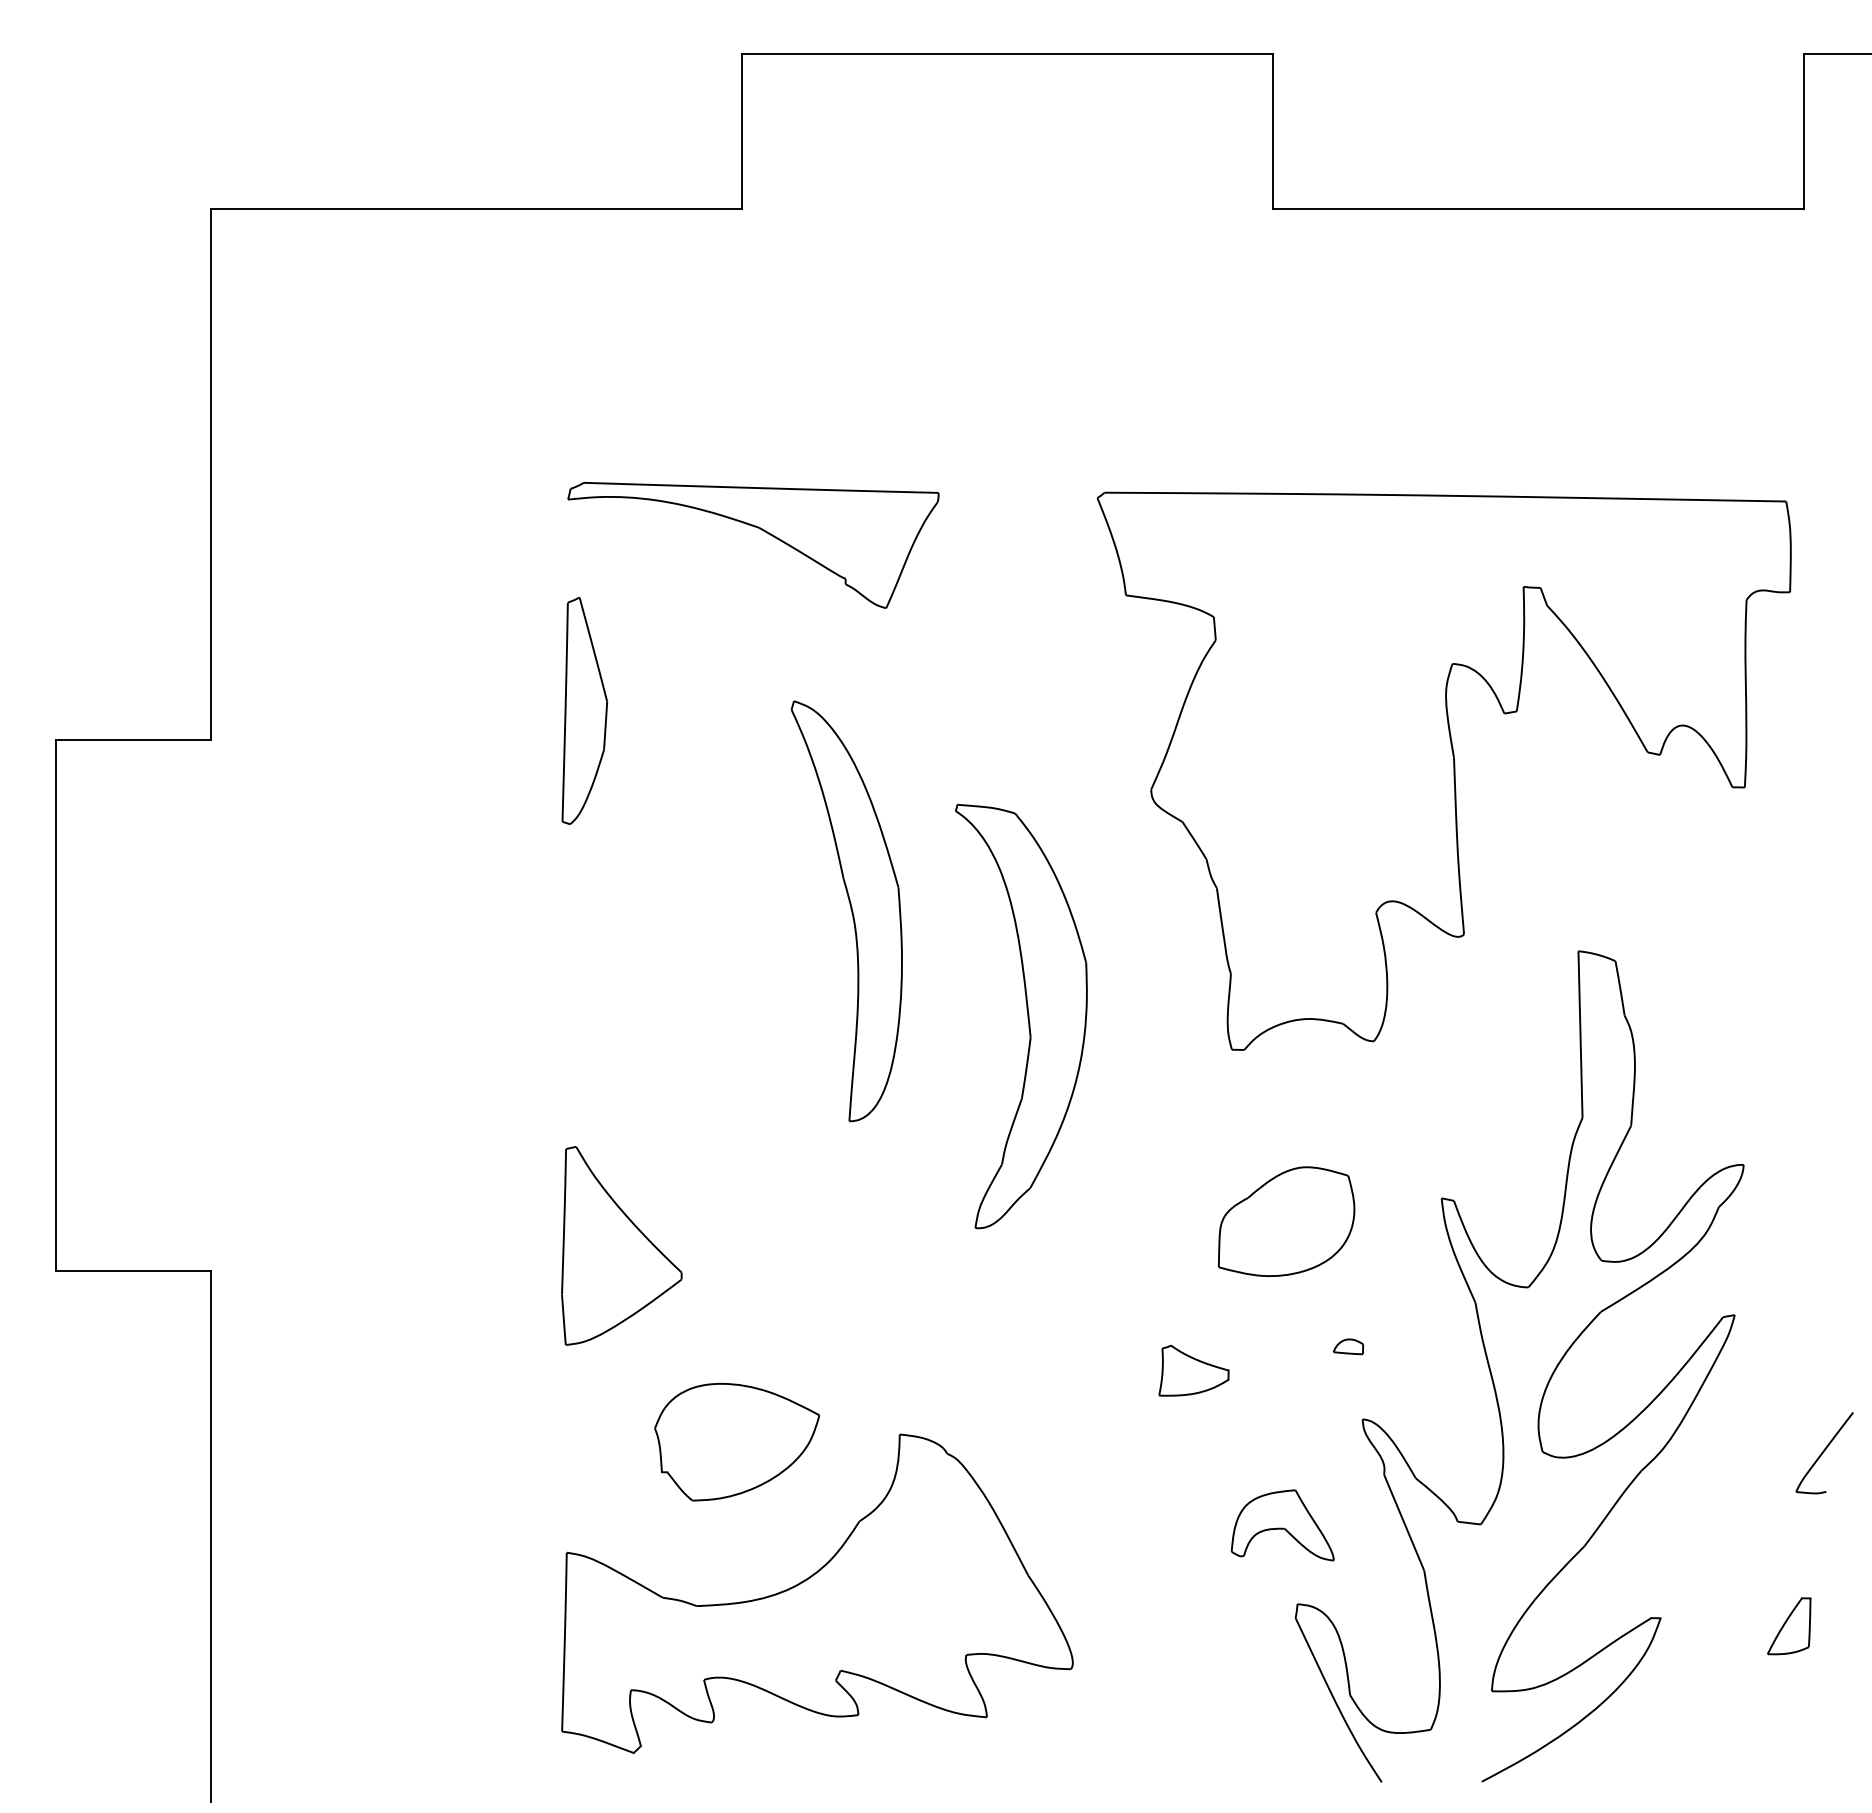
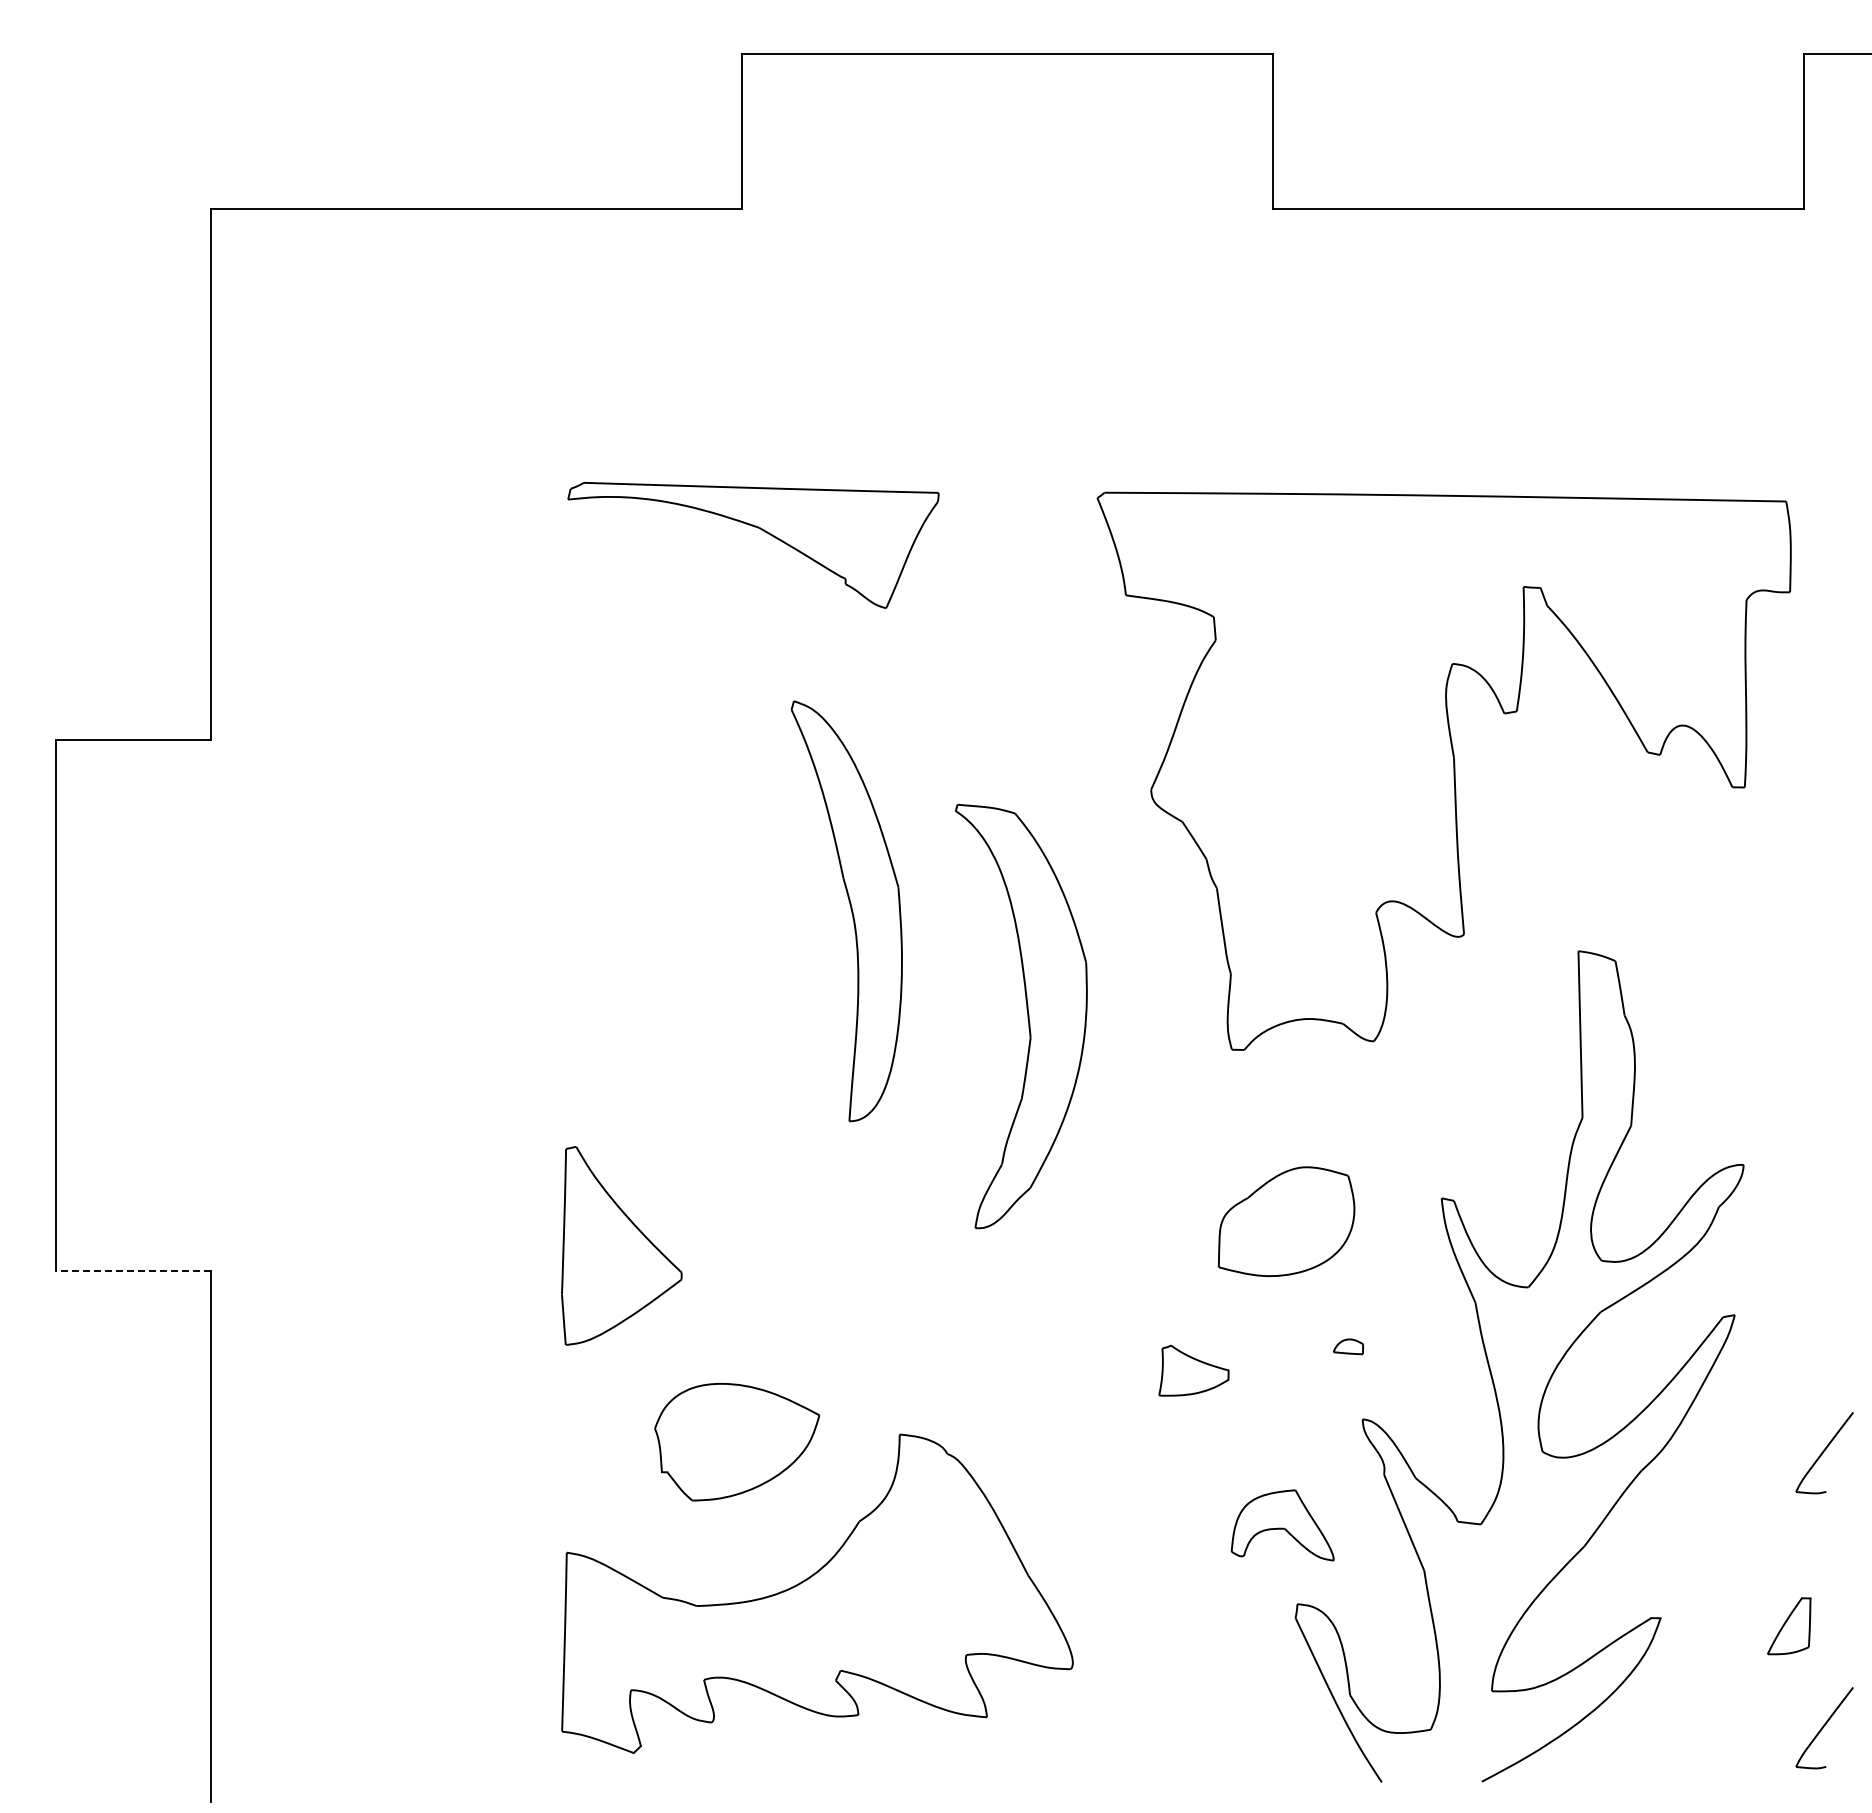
part at (584, 710): present -> none
line at (132, 1270): solid -> dashed
part at (1824, 1728): none -> present
